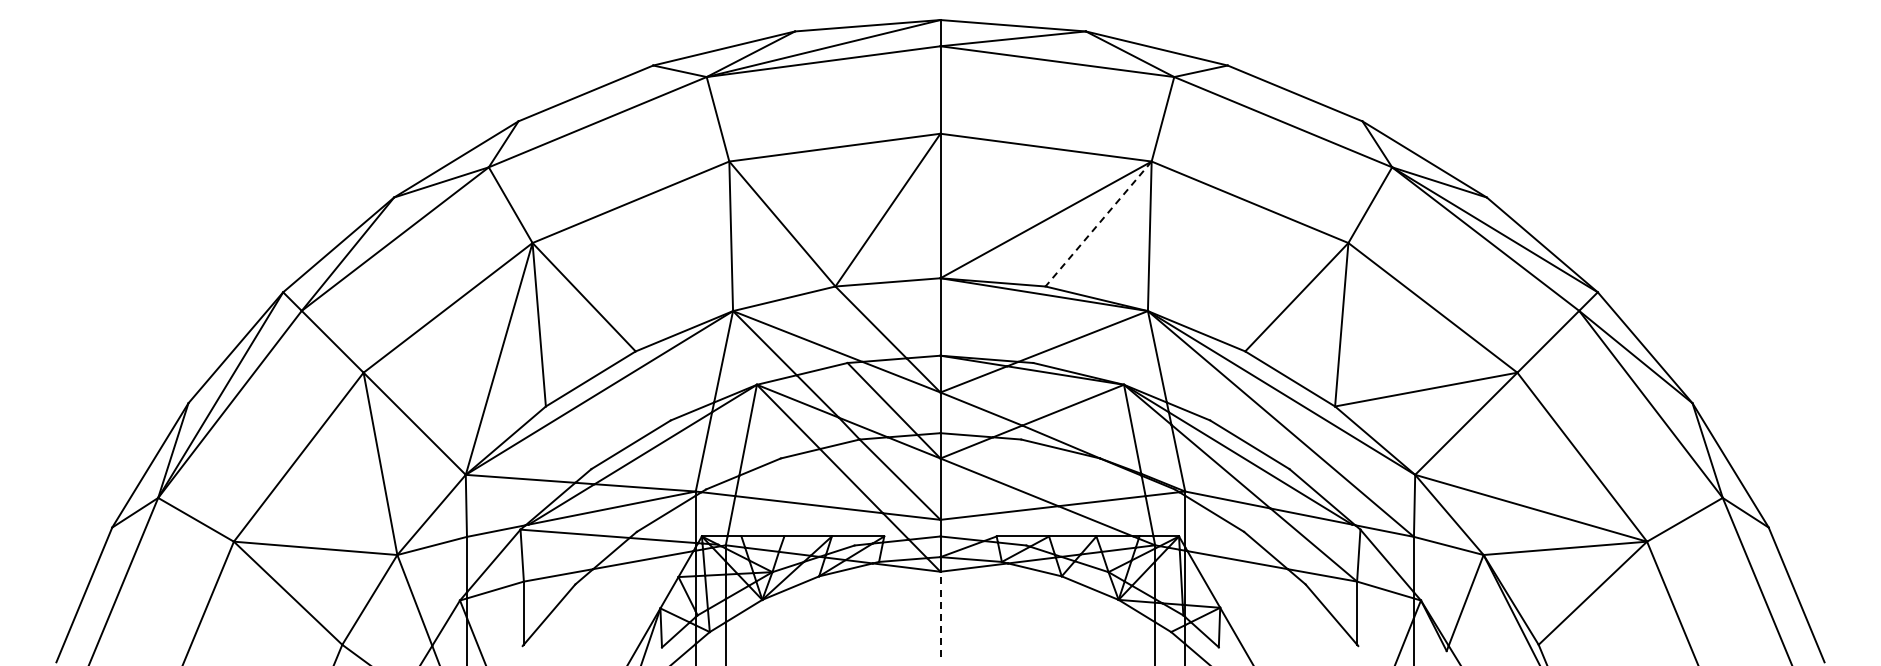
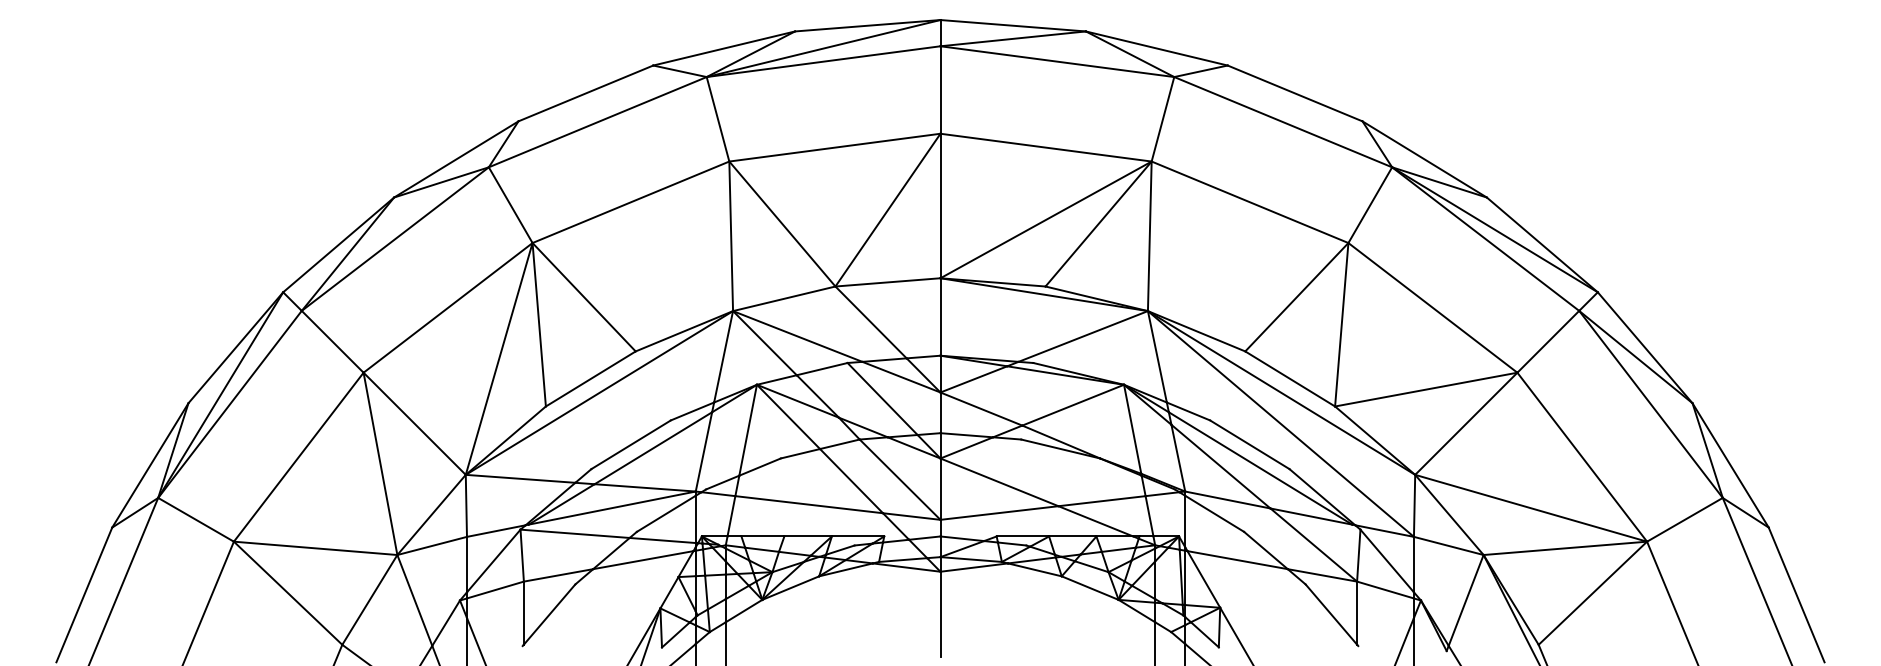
line at (1098, 224): dashed -> solid
line at (940, 614): dashed -> solid
